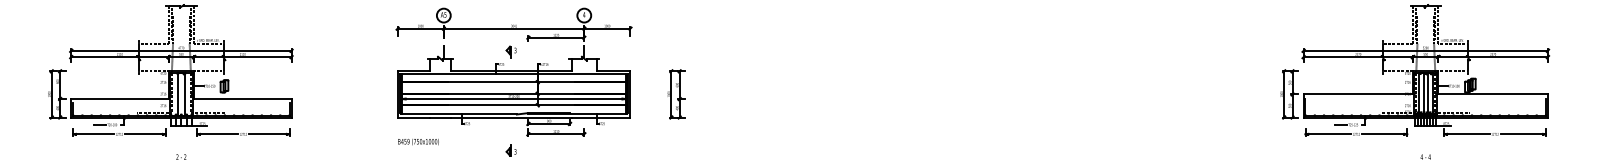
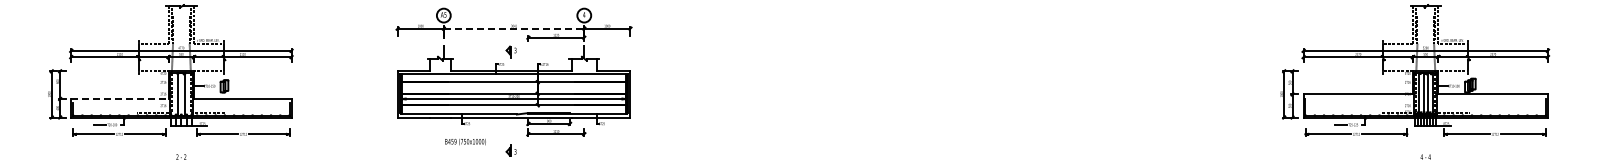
line at (514, 28): solid -> dashed
part at (676, 94): present -> none
line at (119, 99): solid -> dashed
text at (418, 142) position: (418, 142) -> (465, 142)
